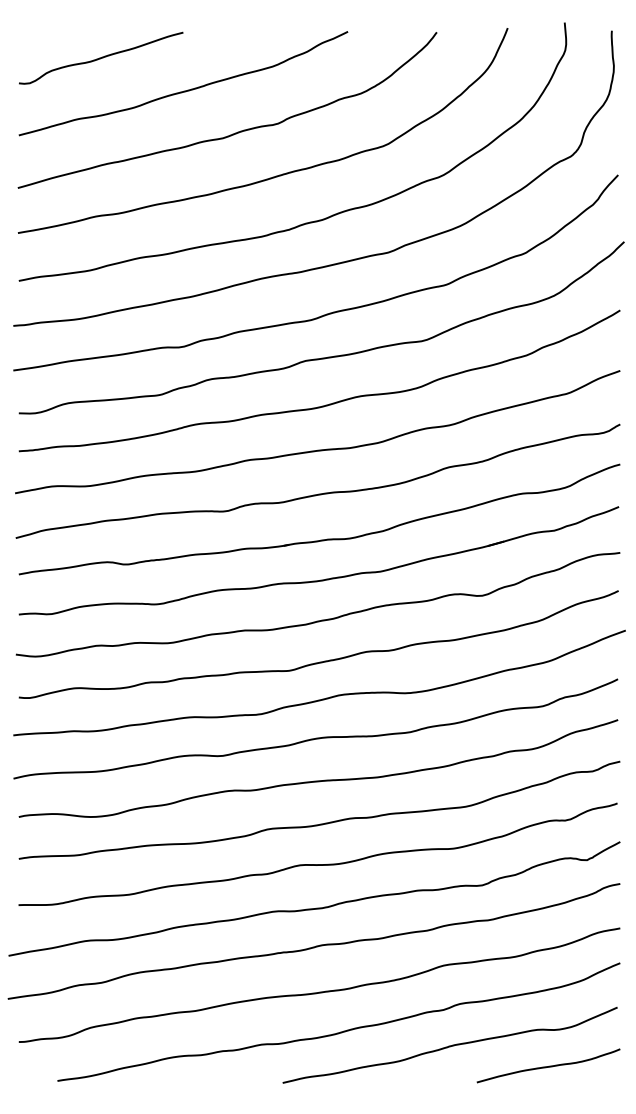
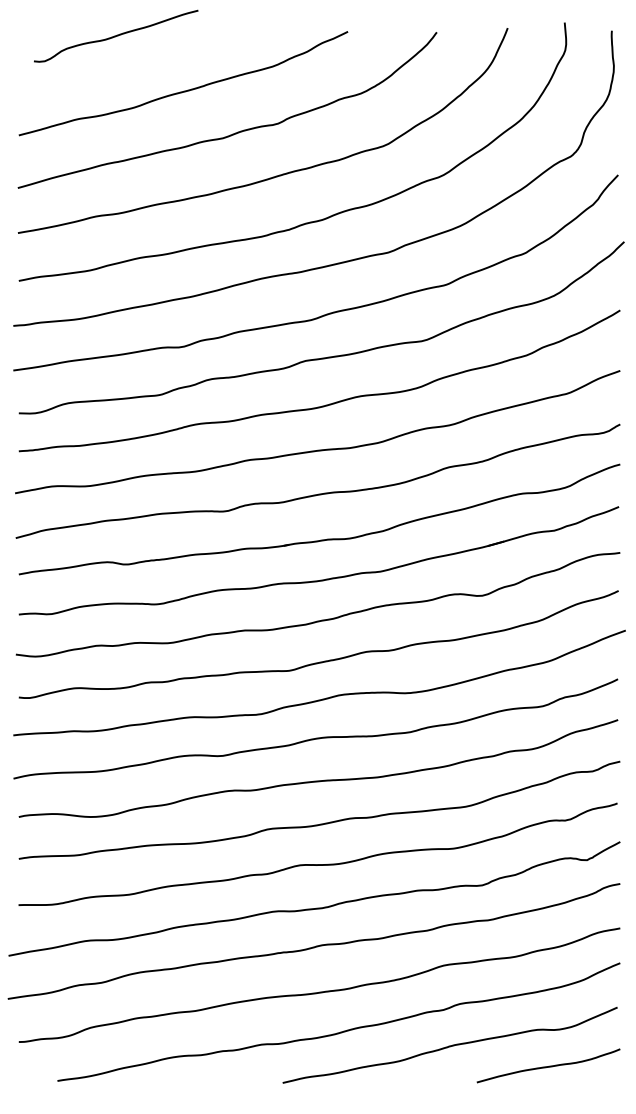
curve at (101, 57) position: (101, 57) -> (116, 35)
